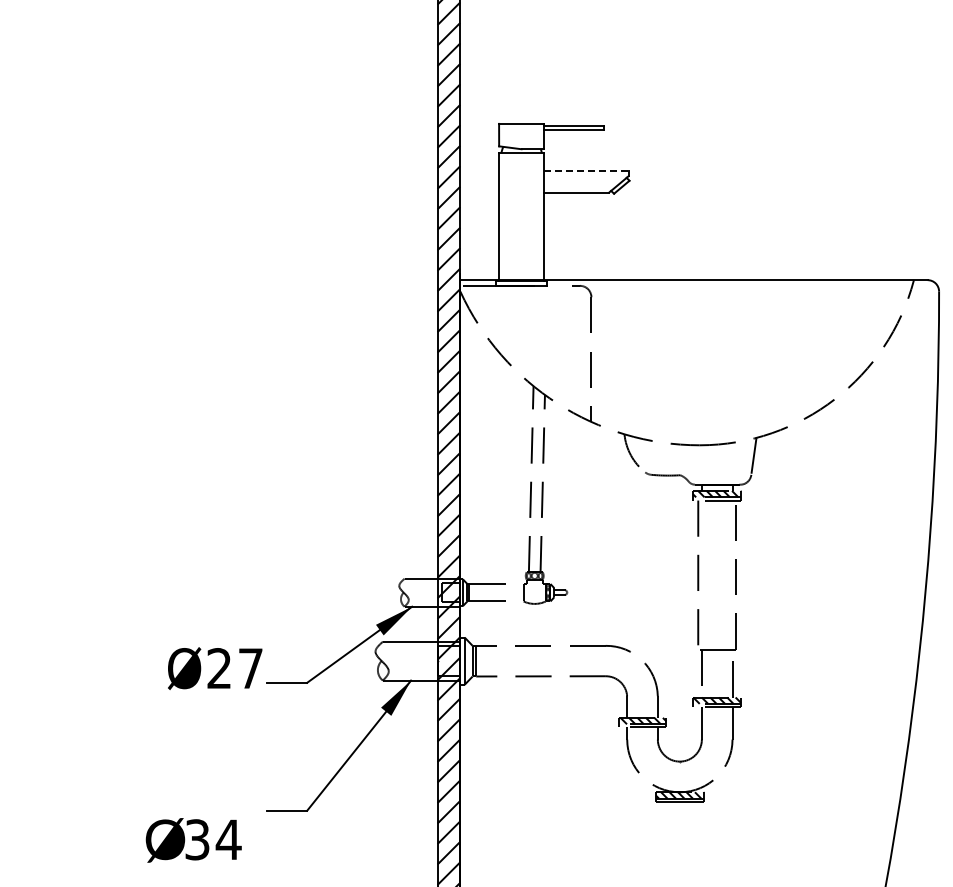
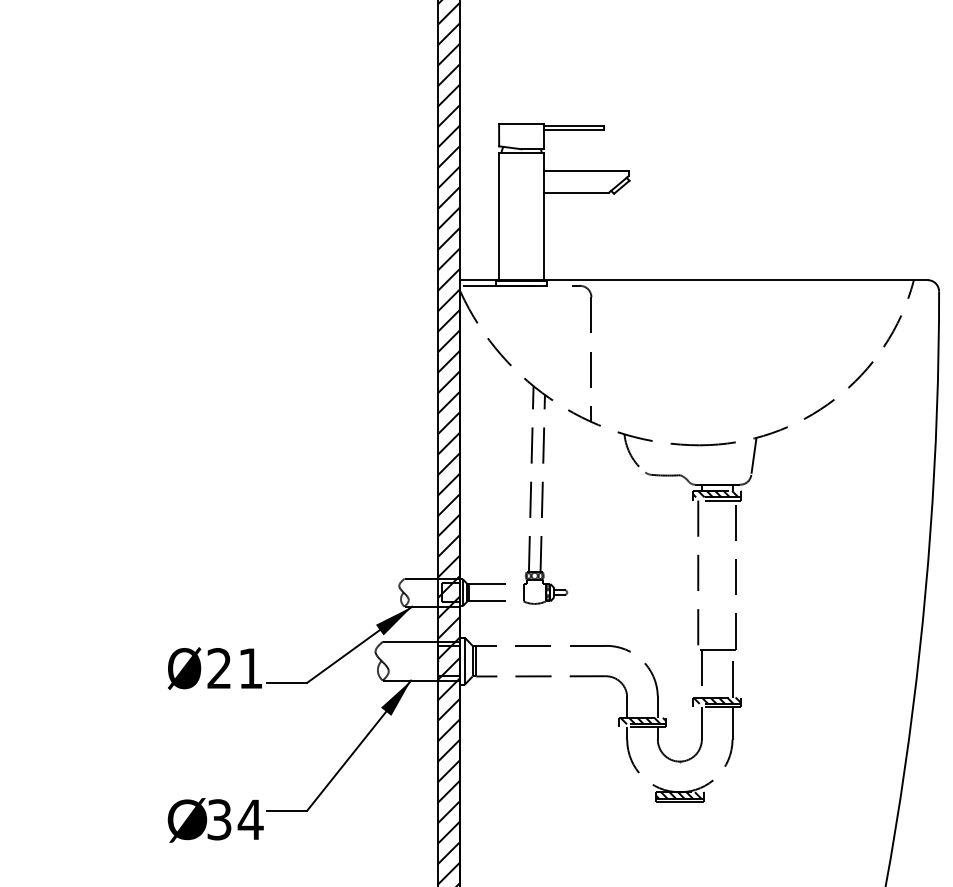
line at (586, 171): dashed -> solid
text at (250, 668): Ø27 -> Ø21
text at (193, 840) position: (193, 840) -> (215, 820)
